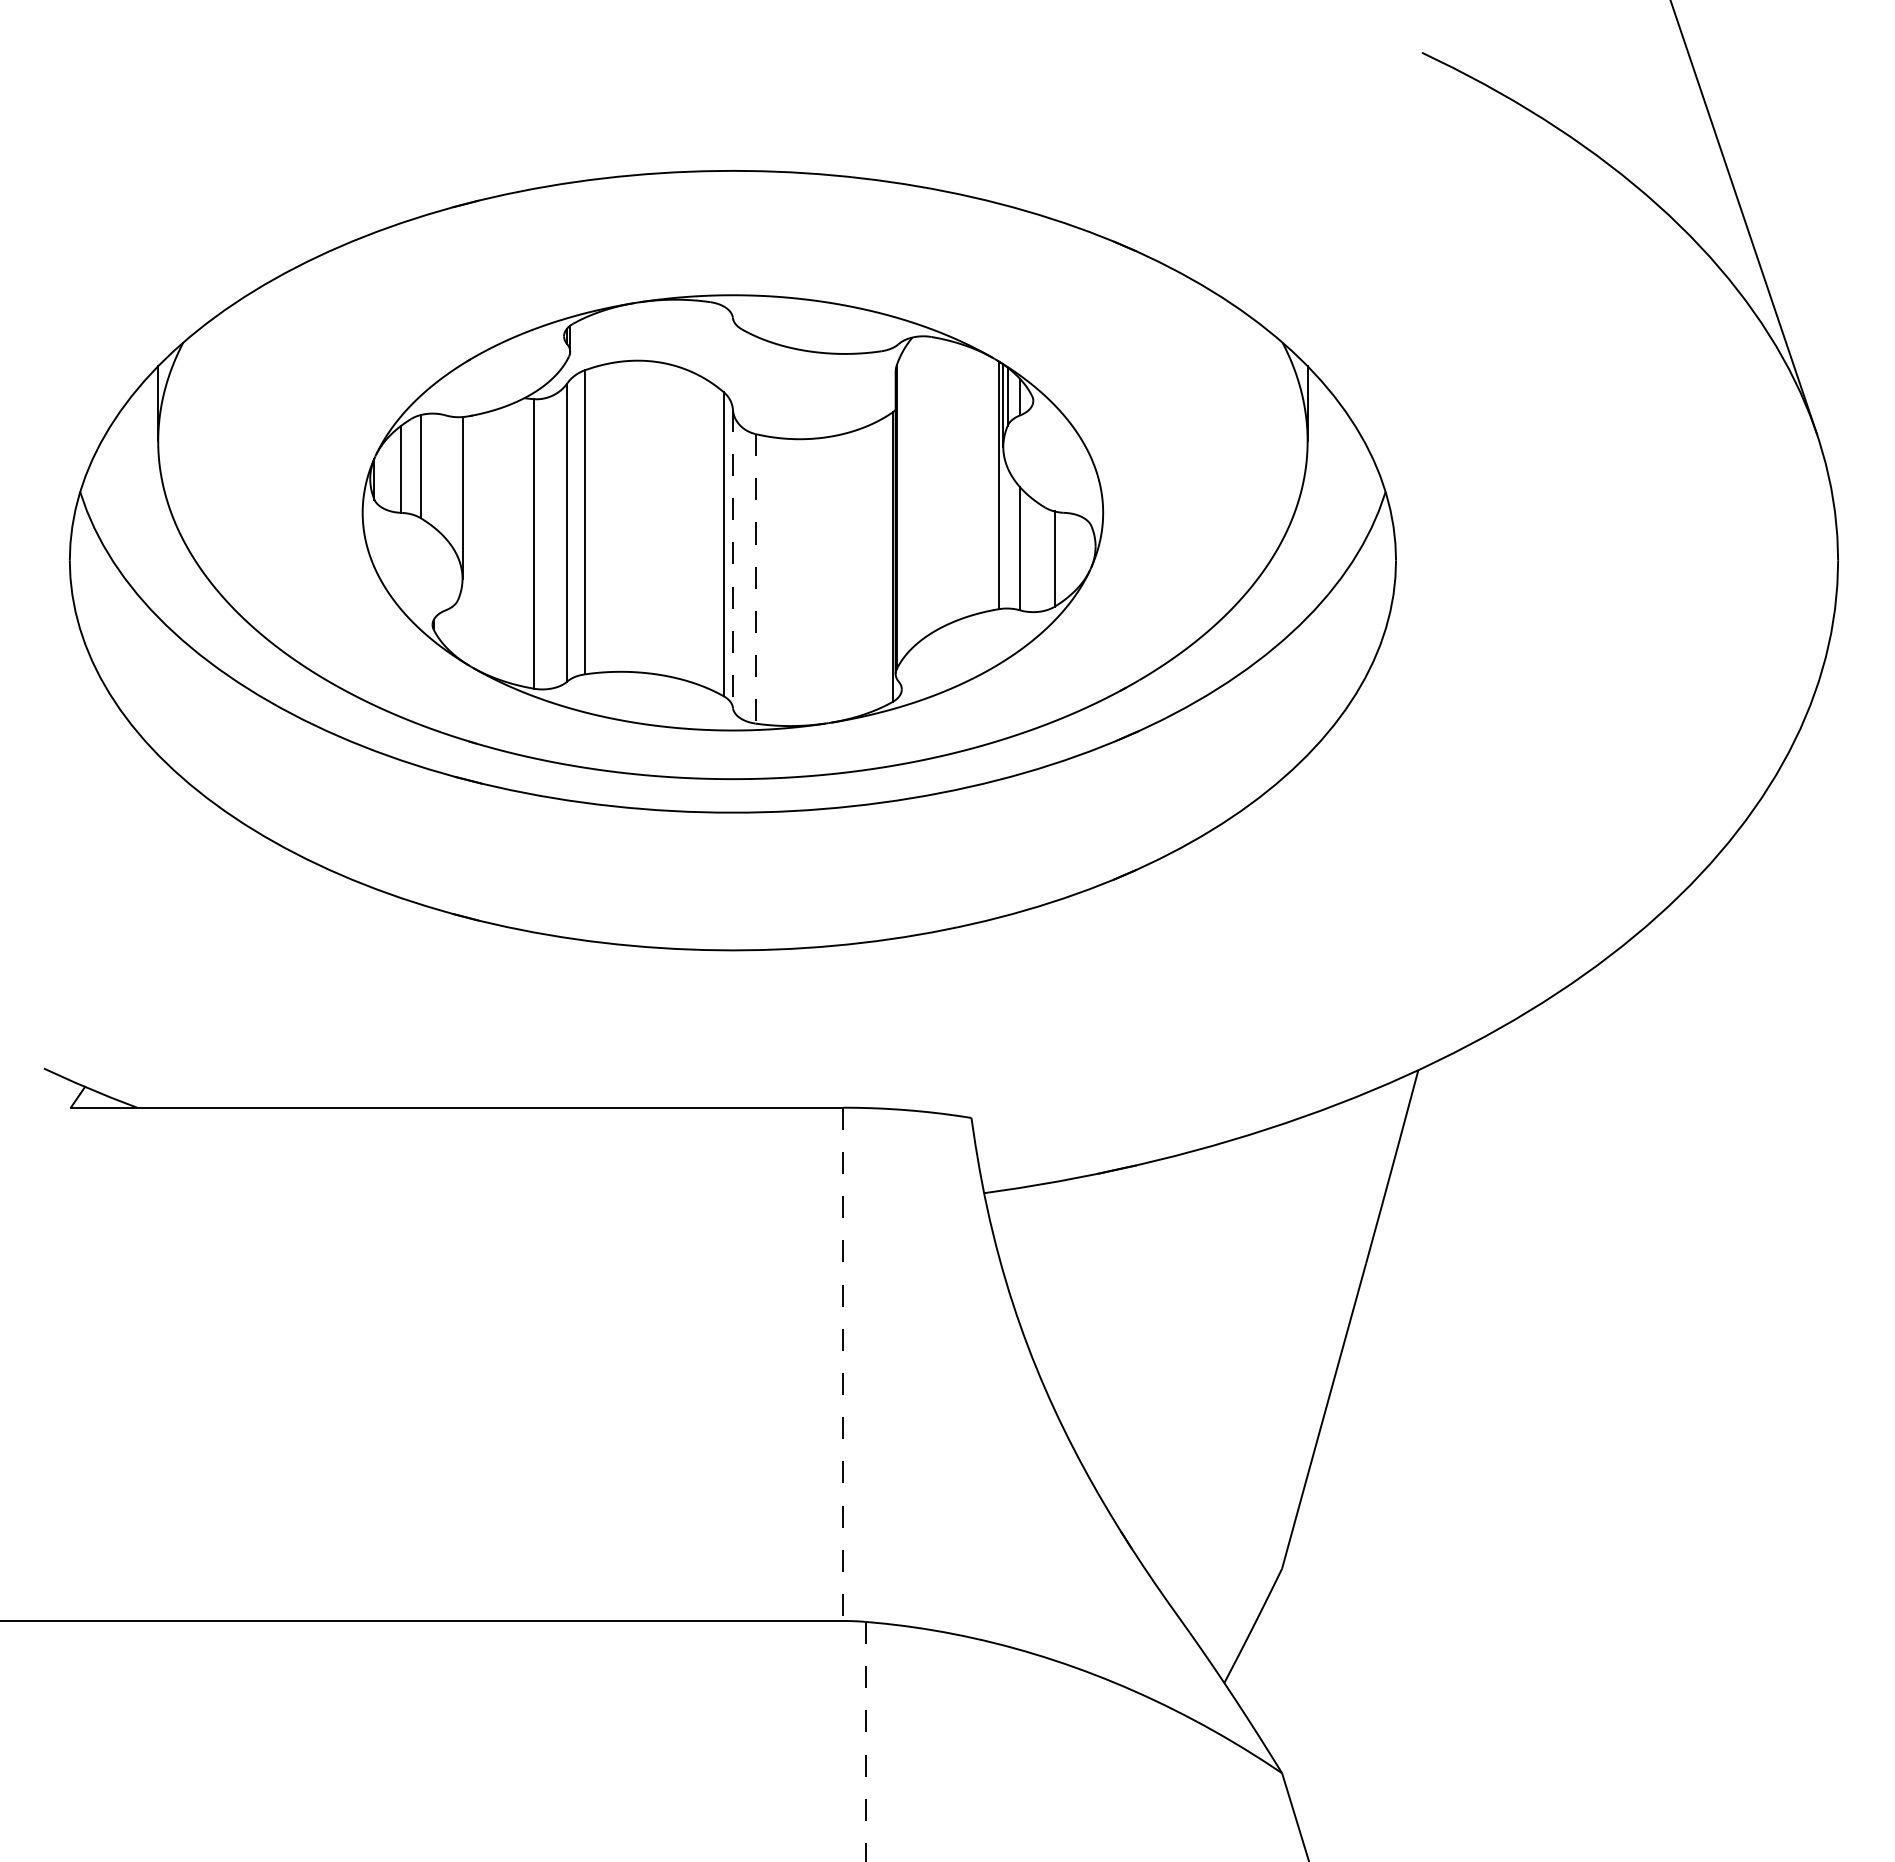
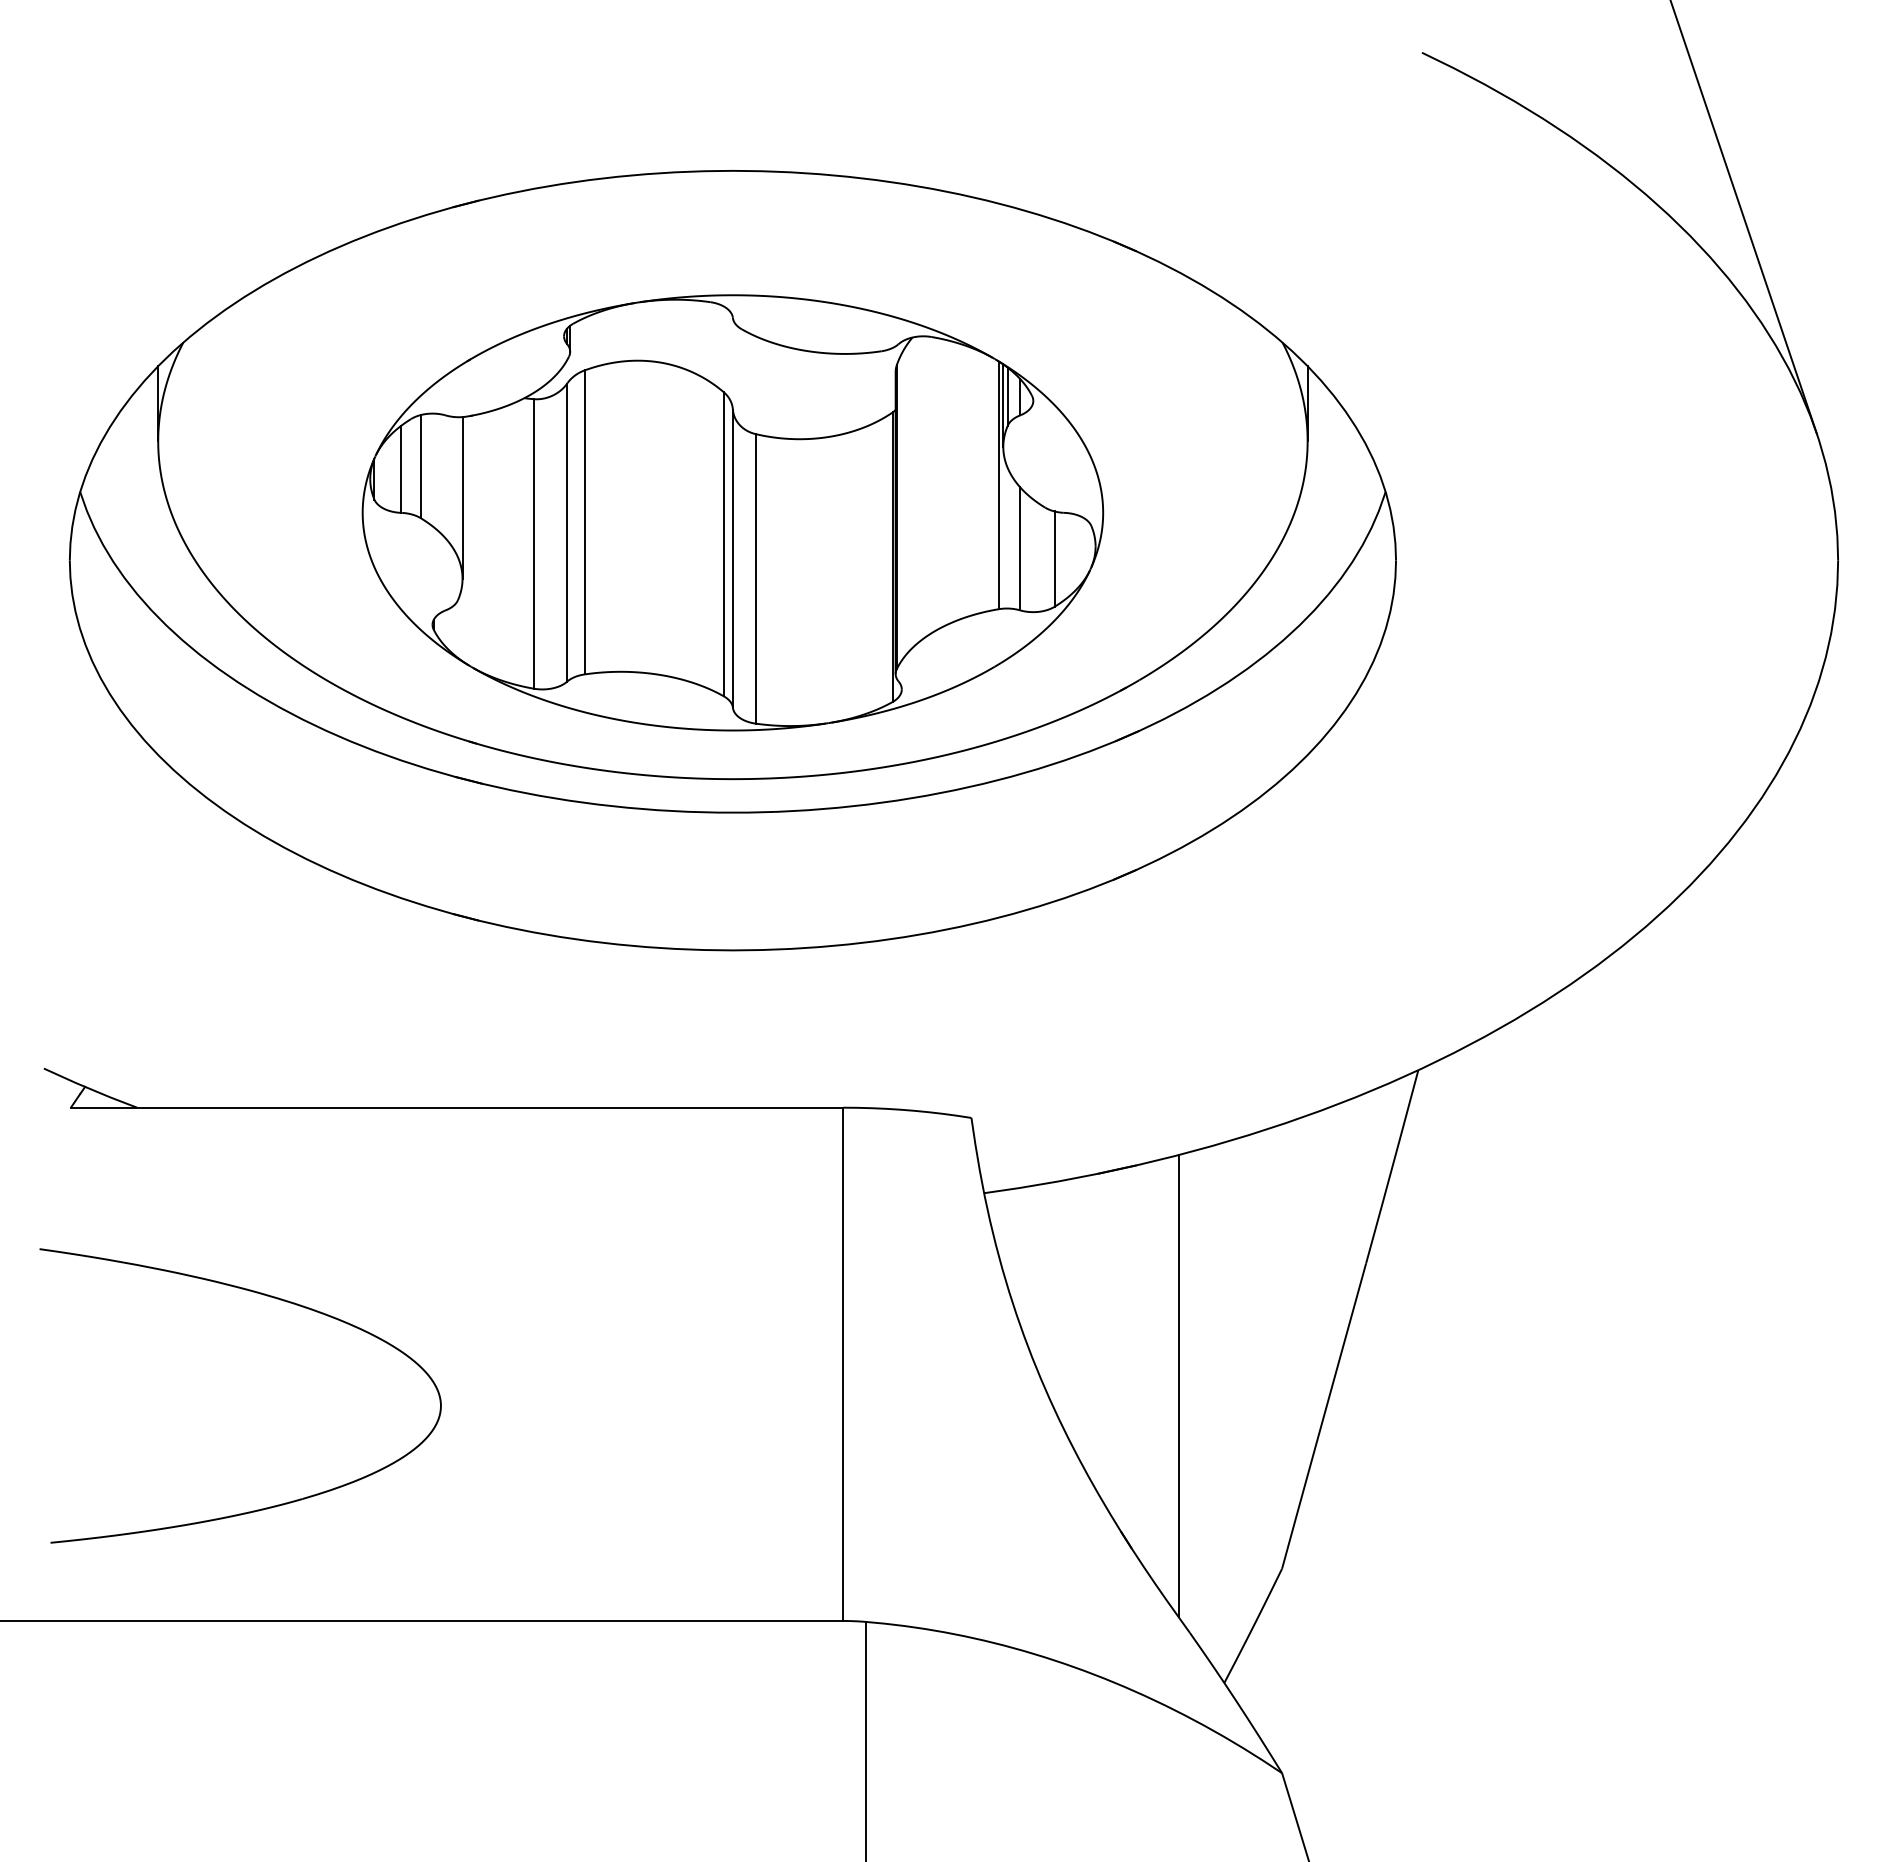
line at (732, 559): dashed -> solid
line at (755, 578): dashed -> solid
part at (266, 1296): none -> present
line at (843, 1364): dashed -> solid
line at (1178, 1386): none -> present
line at (865, 1741): dashed -> solid
